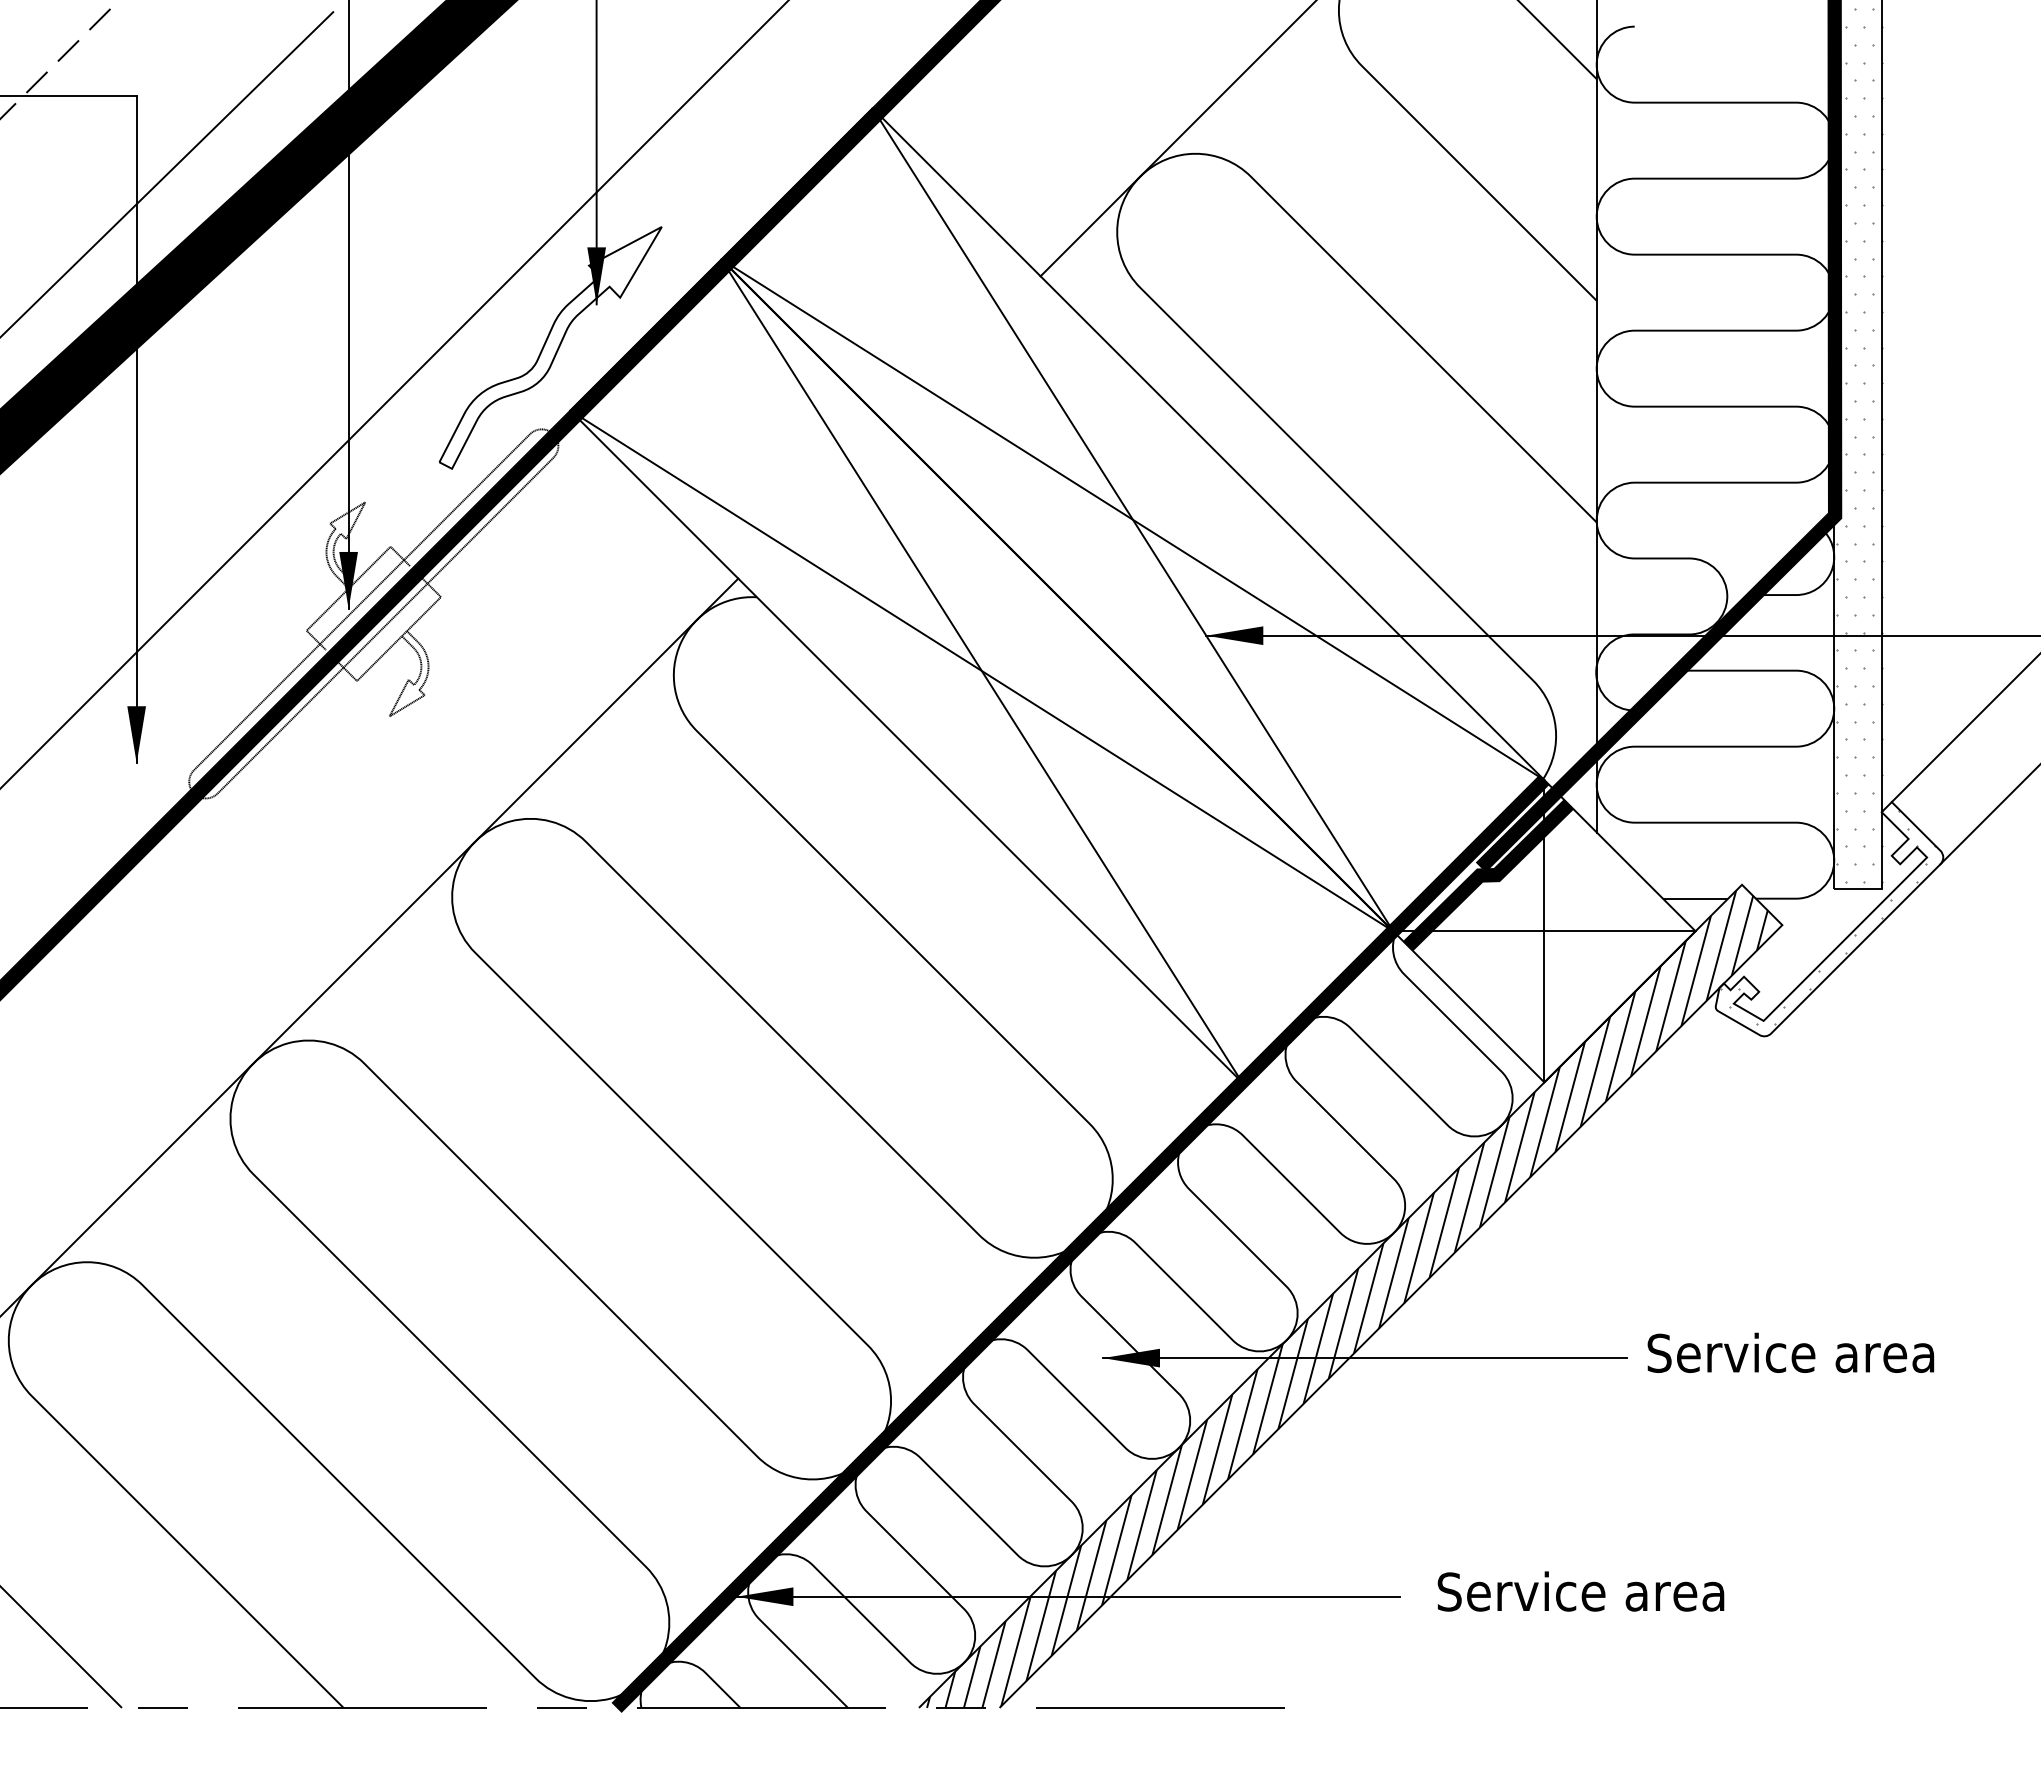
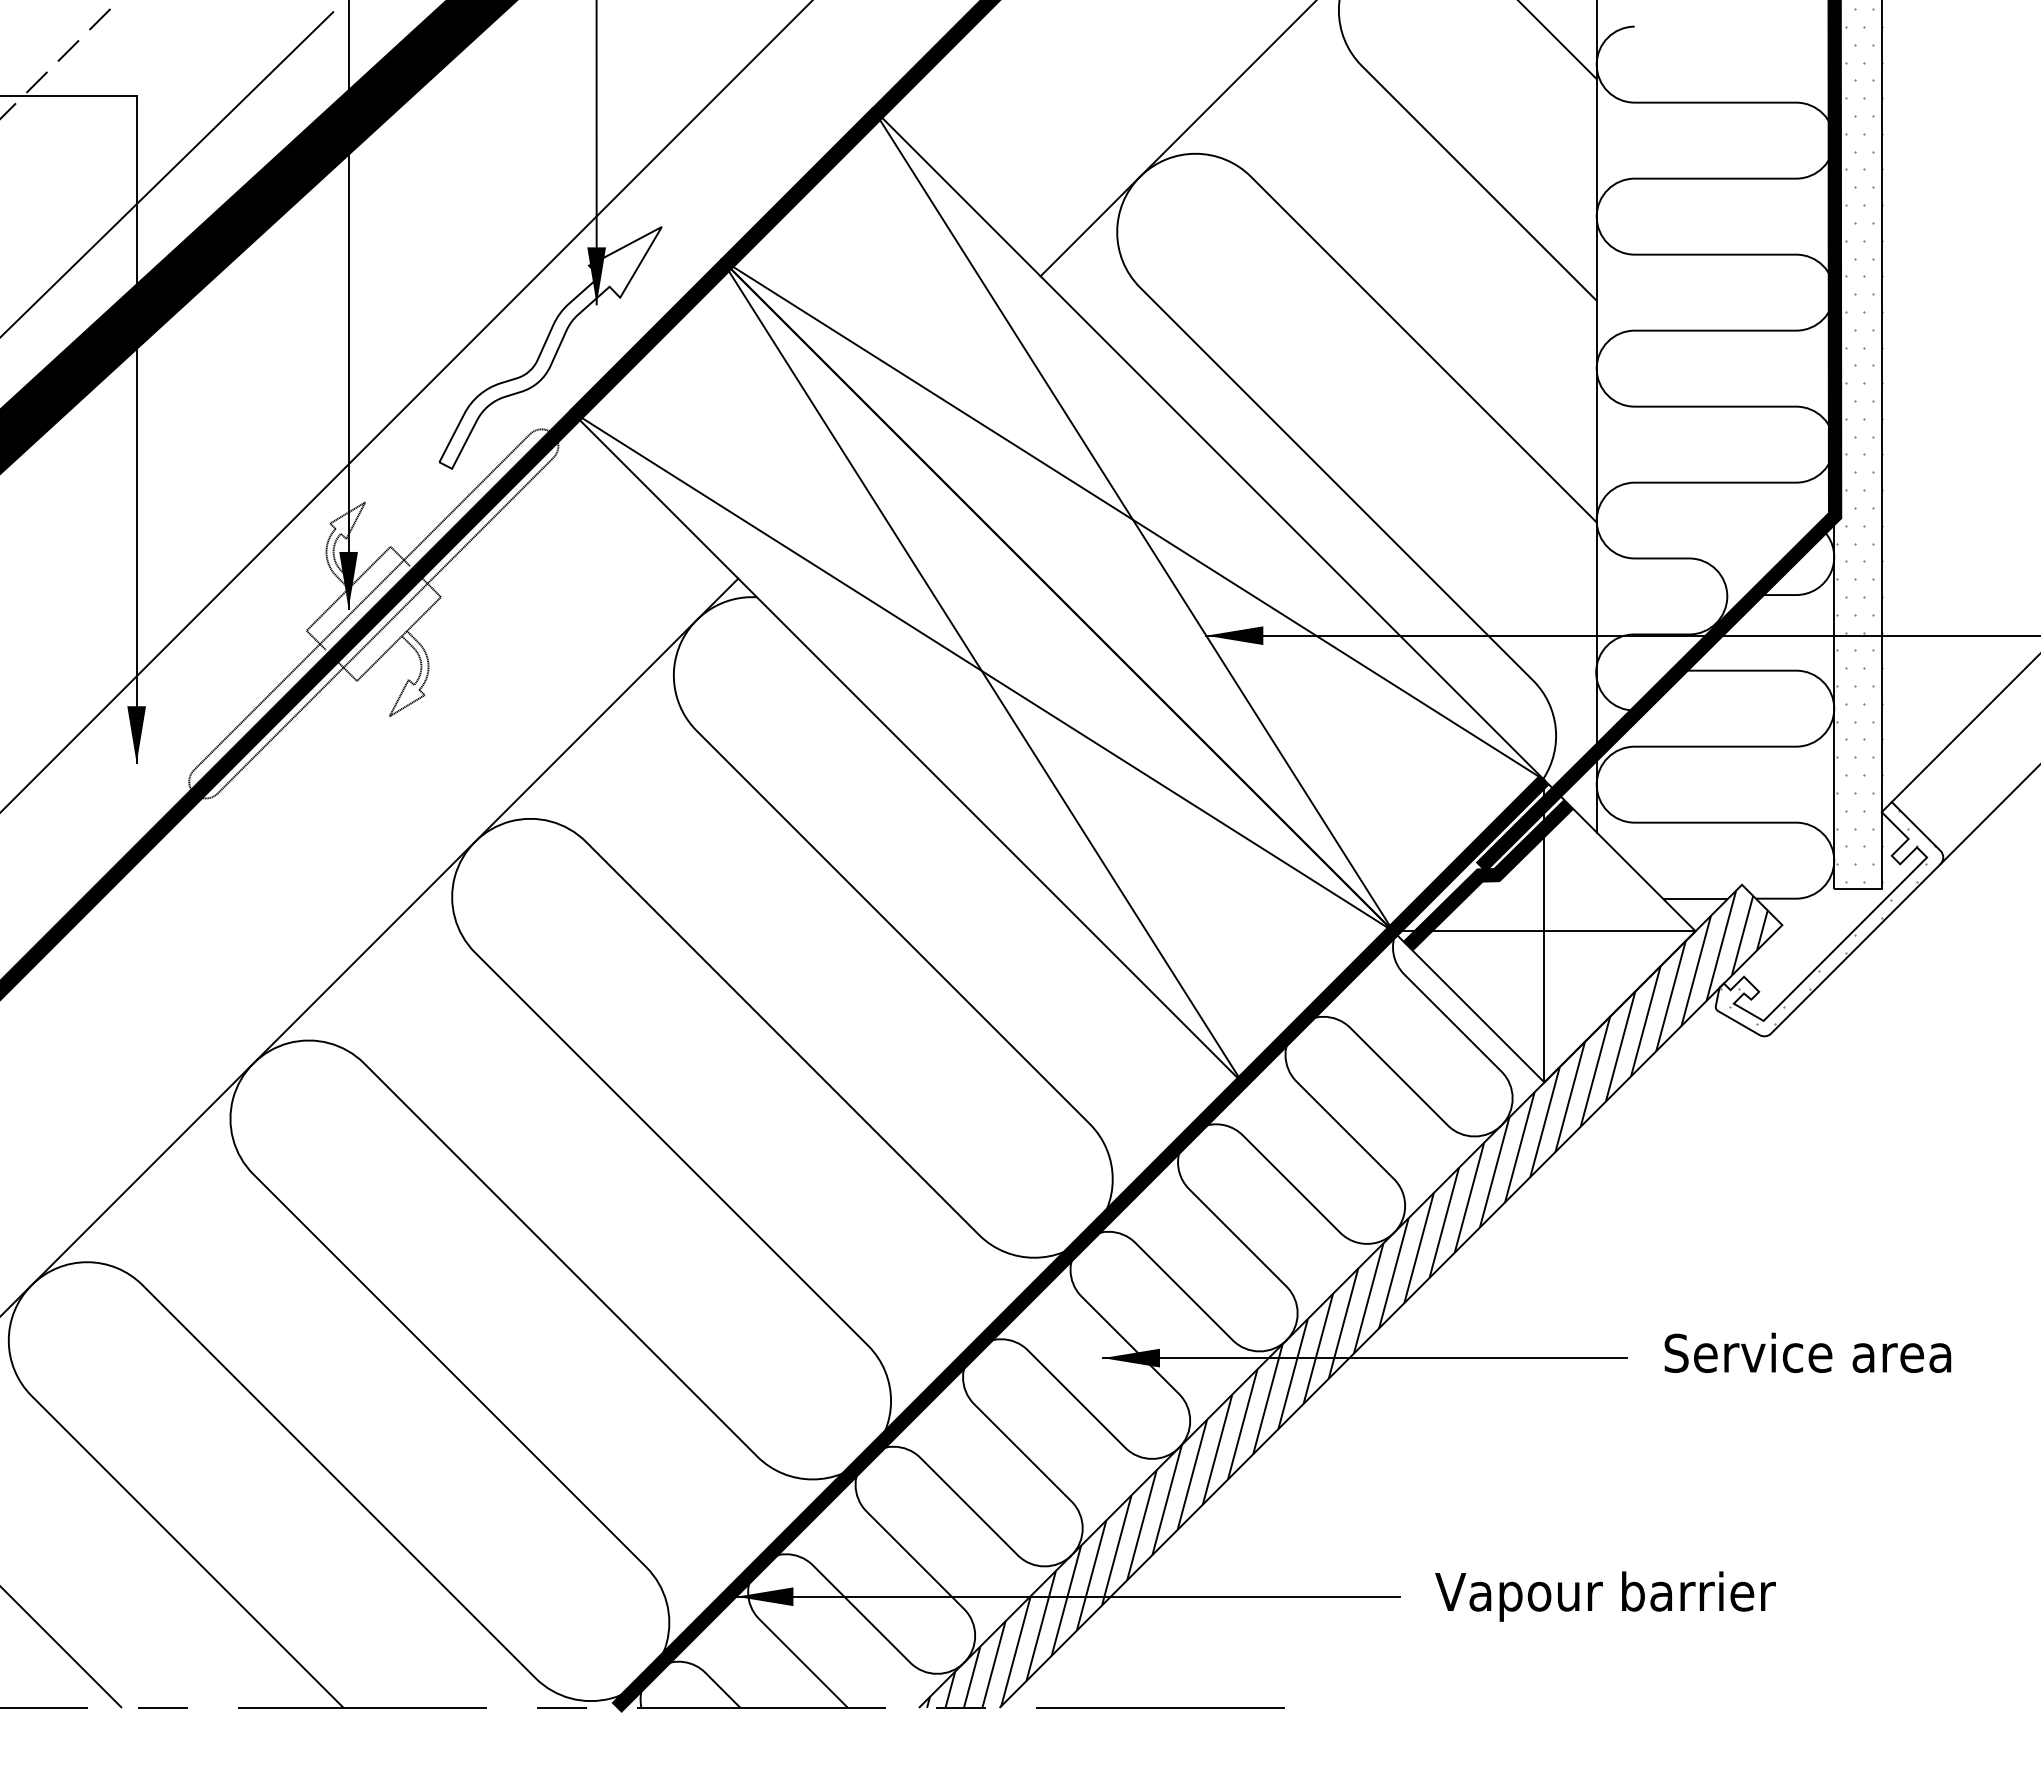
line at (394, 394) position: (394, 394) -> (406, 406)
text at (1790, 1352) position: (1790, 1352) -> (1807, 1352)
text at (1605, 1596): Service area -> Vapour barrier
